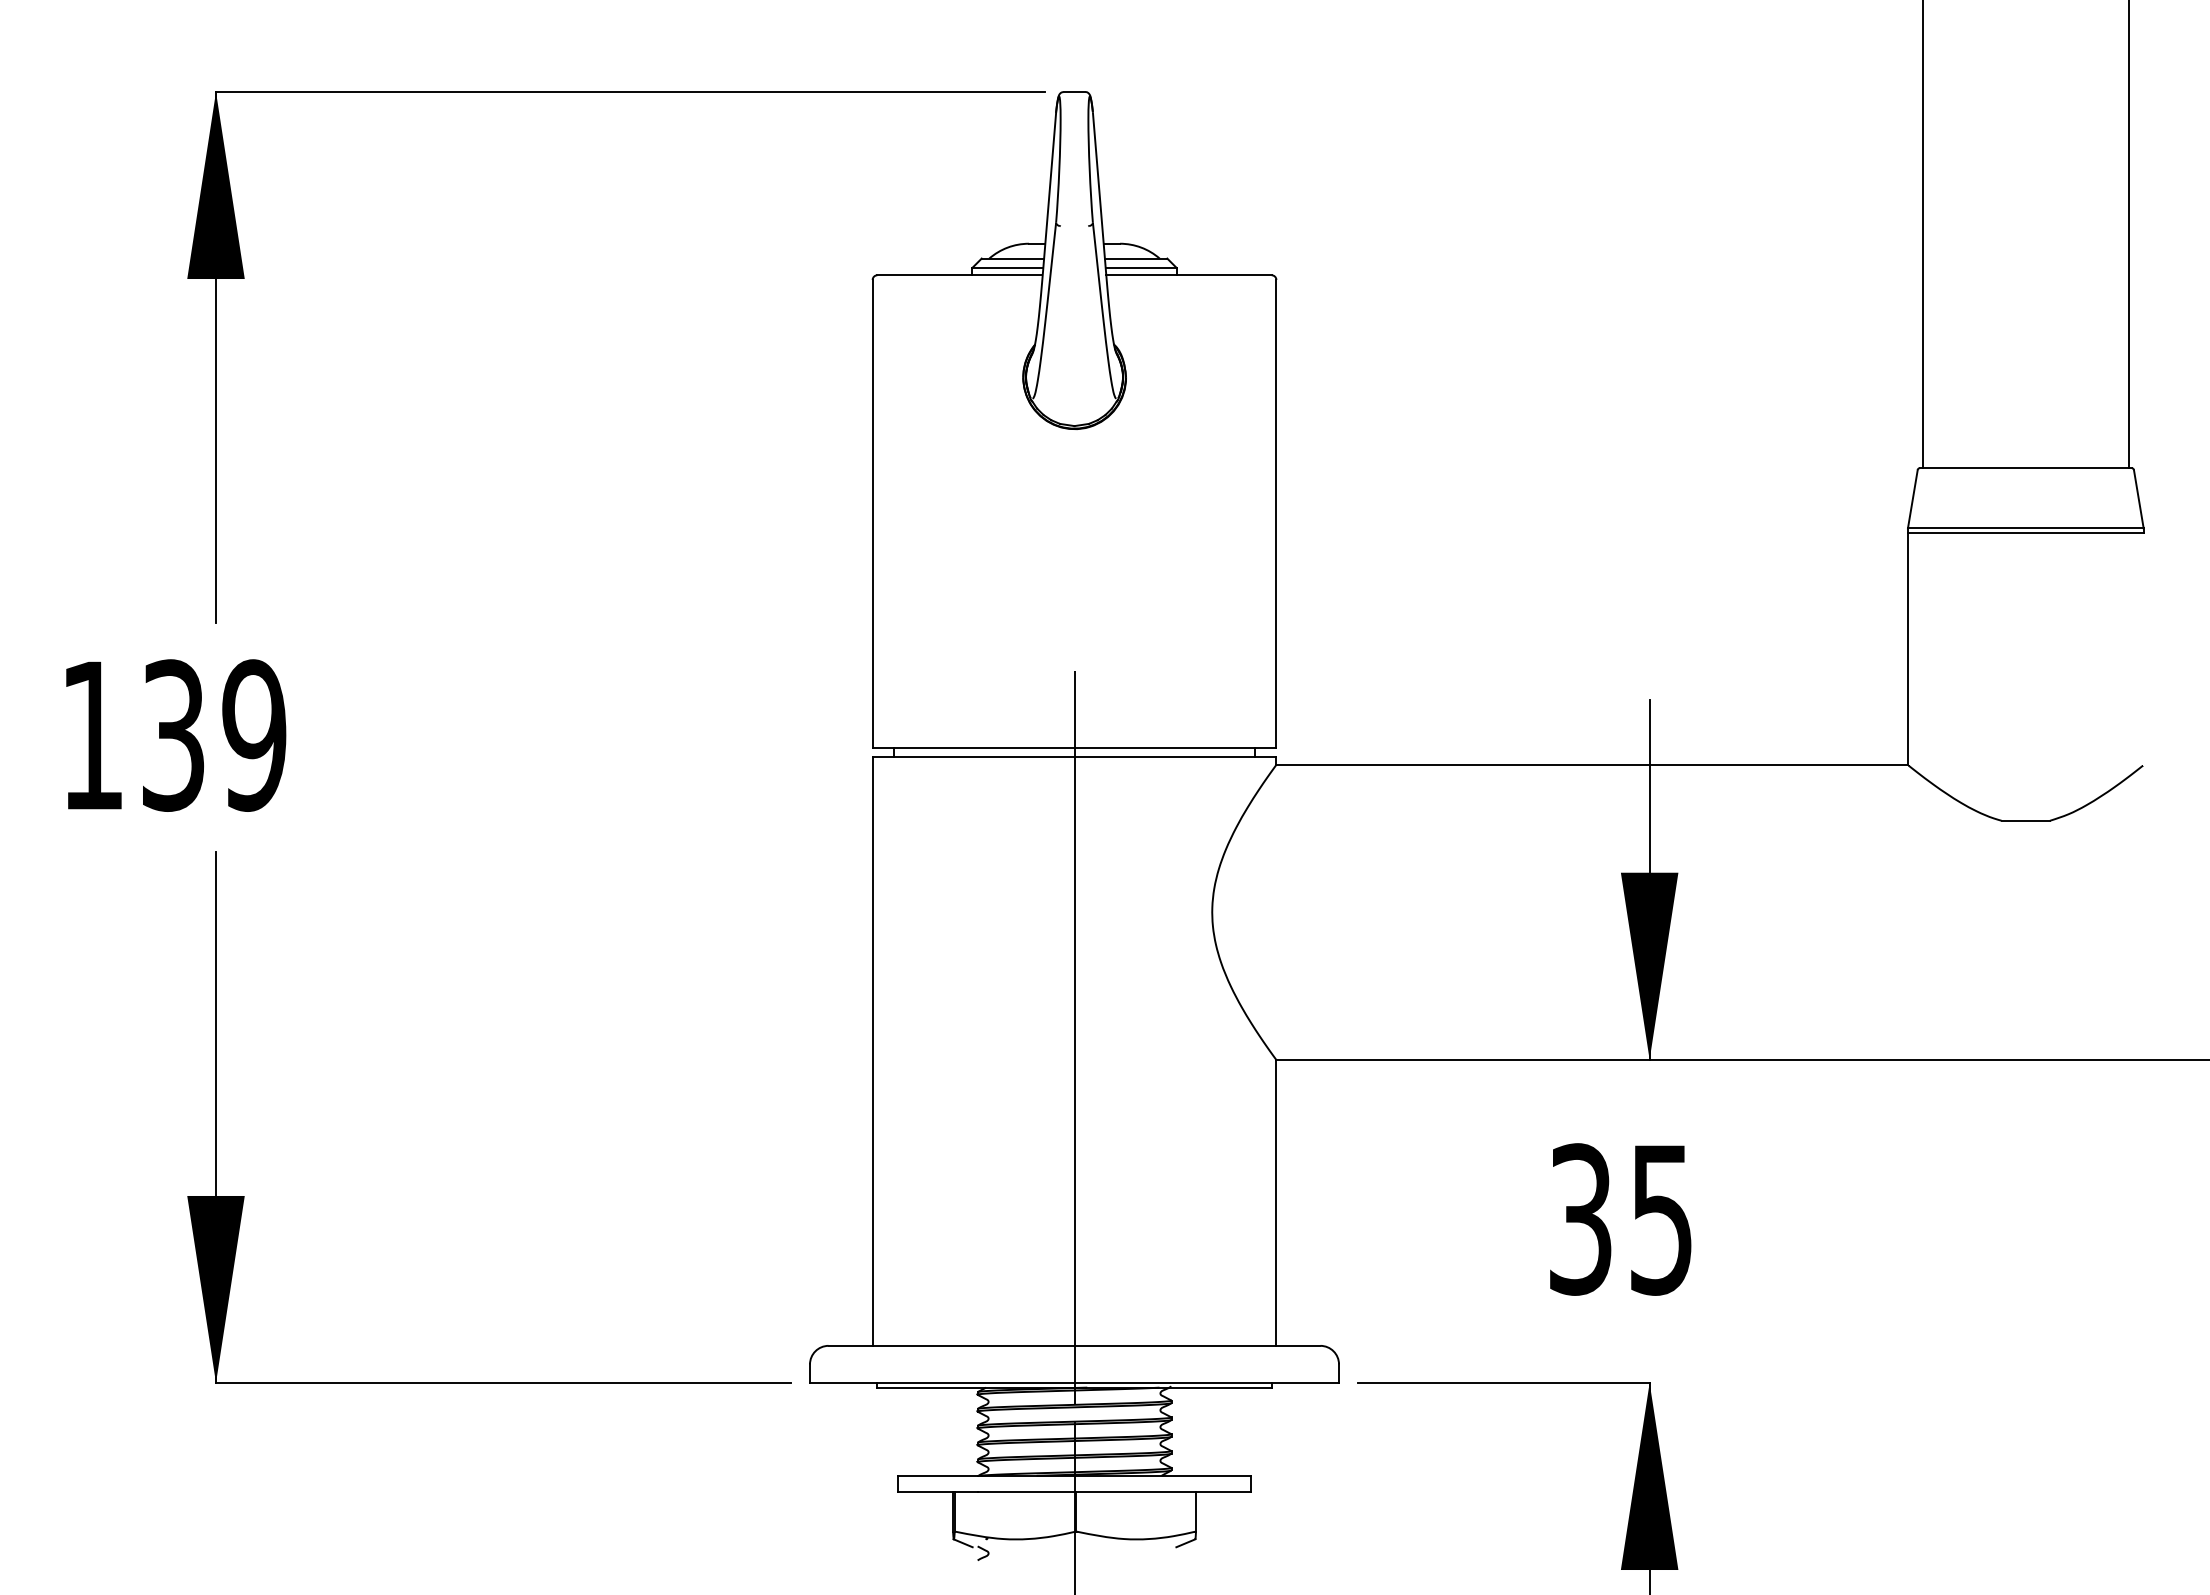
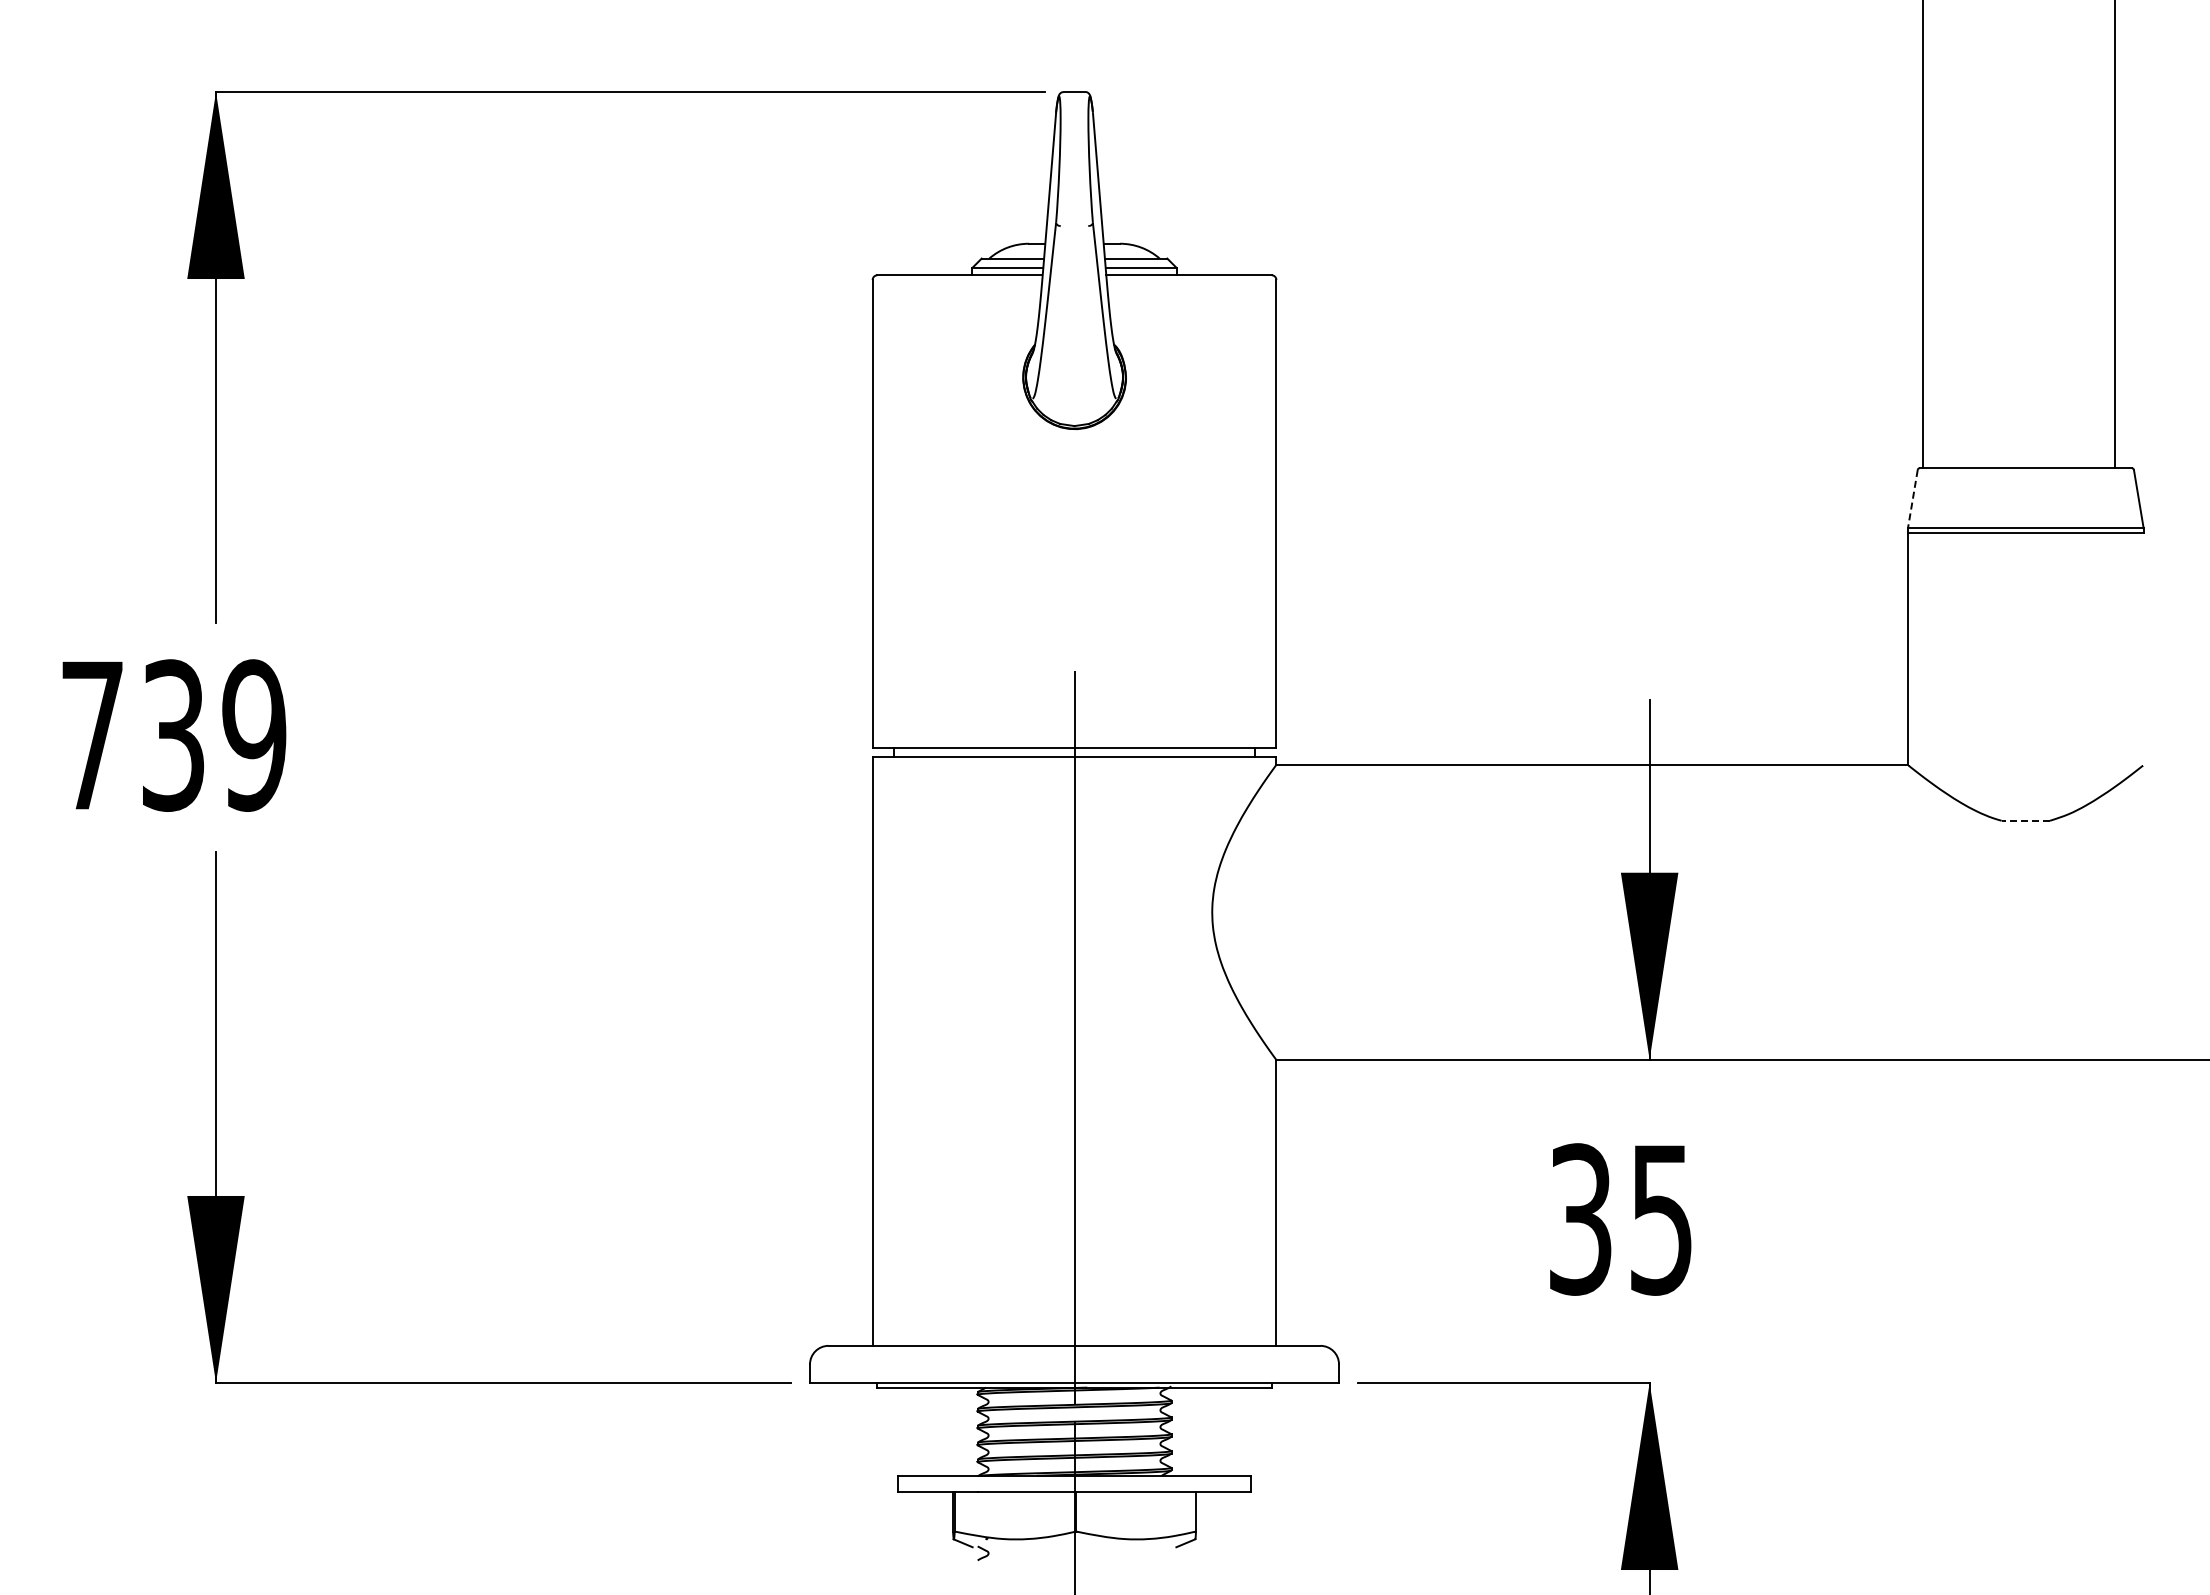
line at (2128, 235) position: (2128, 235) -> (2114, 235)
line at (1912, 499): solid -> dashed
text at (92, 735): 139 -> 739
line at (2025, 820): solid -> dashed
